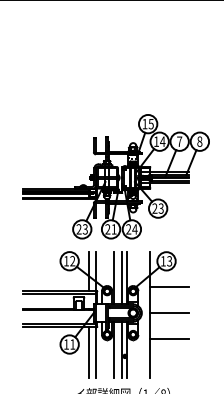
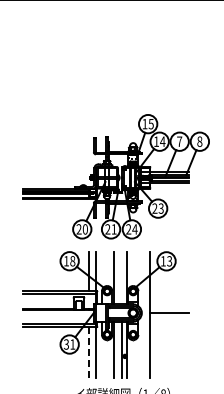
text at (84, 229): 23 -> 20
text at (72, 261): 12 -> 18
line at (122, 278): present -> none
line at (169, 287): present -> none
line at (169, 339): present -> none
text at (65, 344): 11 -> 31
line at (89, 352): solid -> dashed
